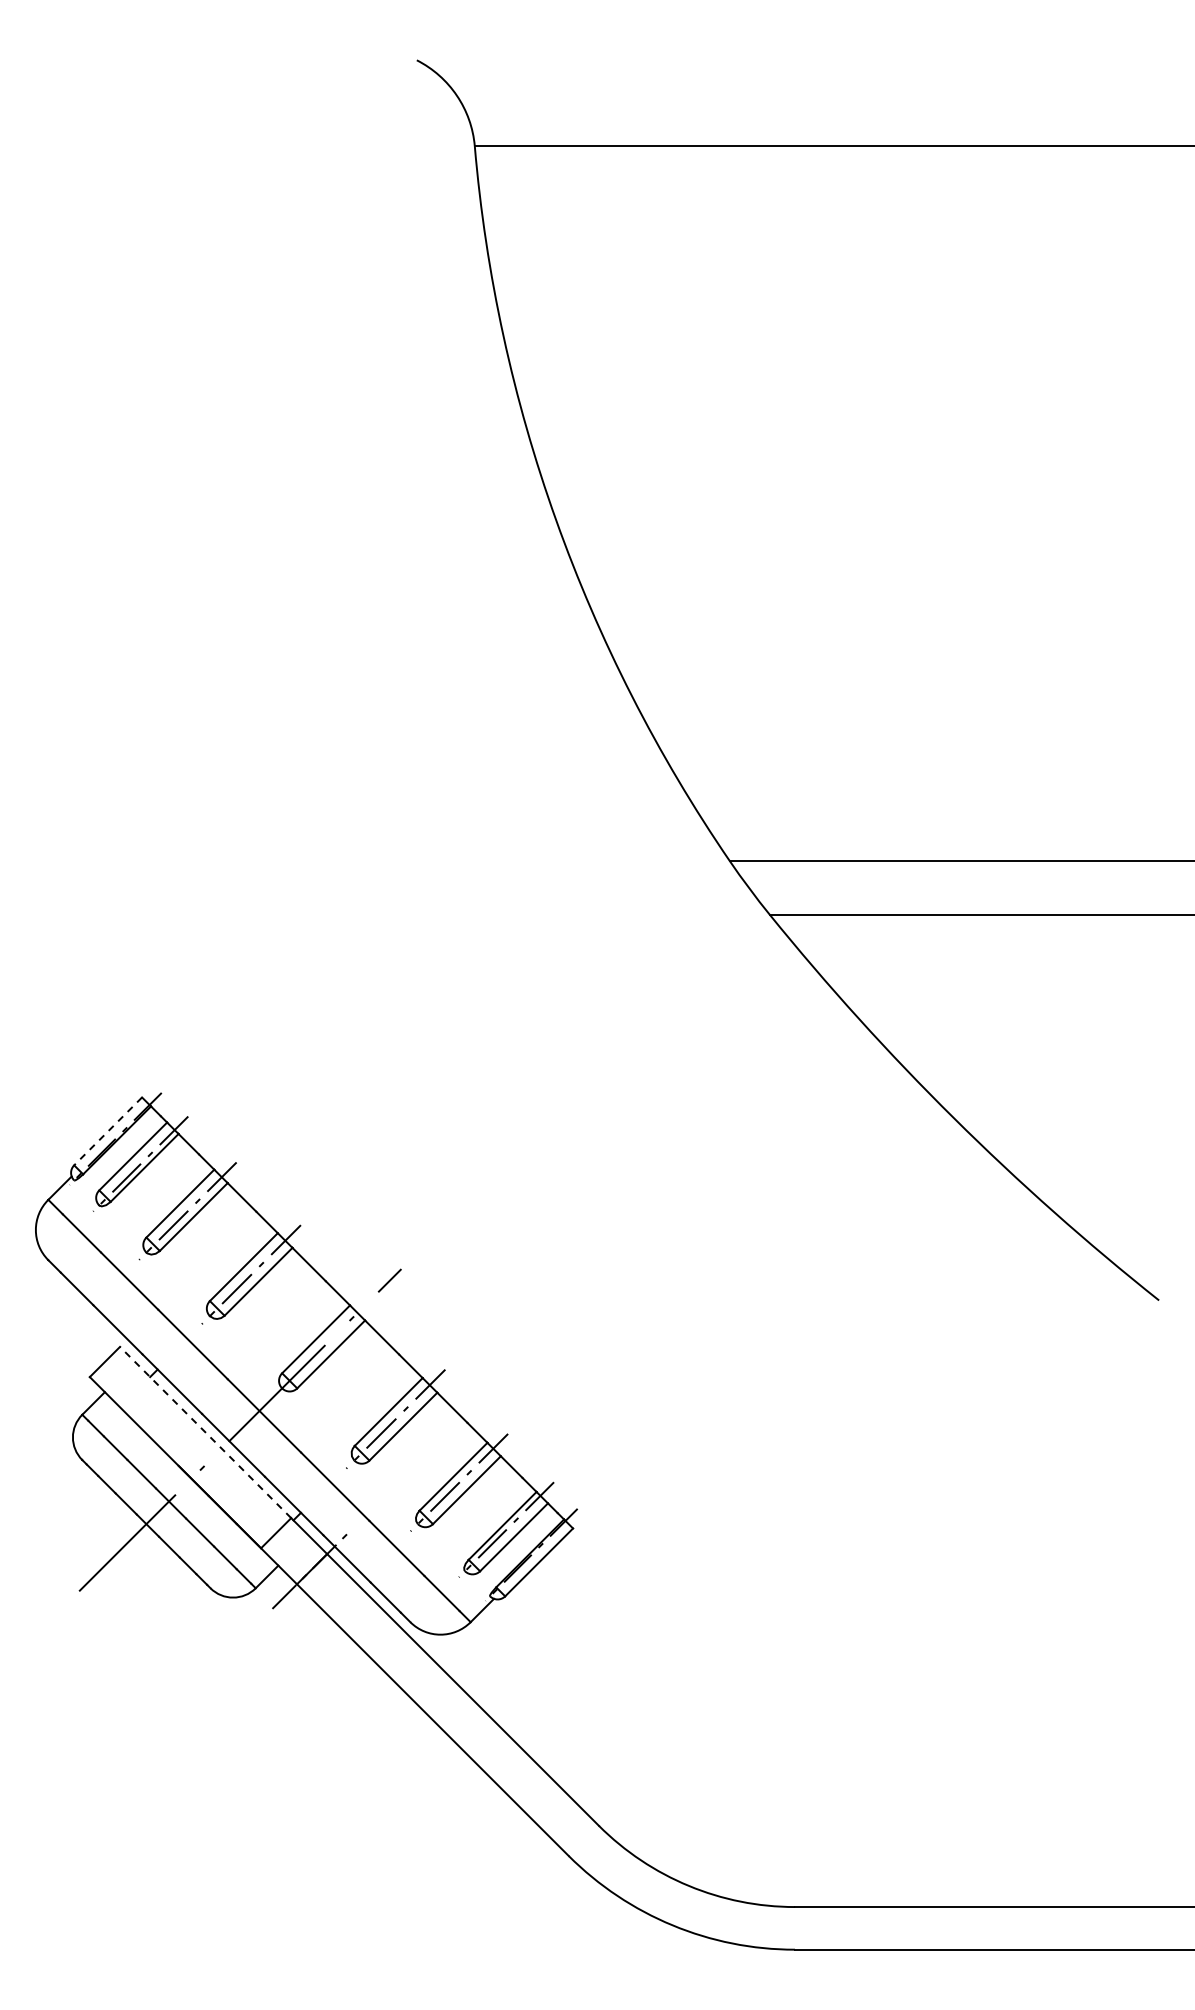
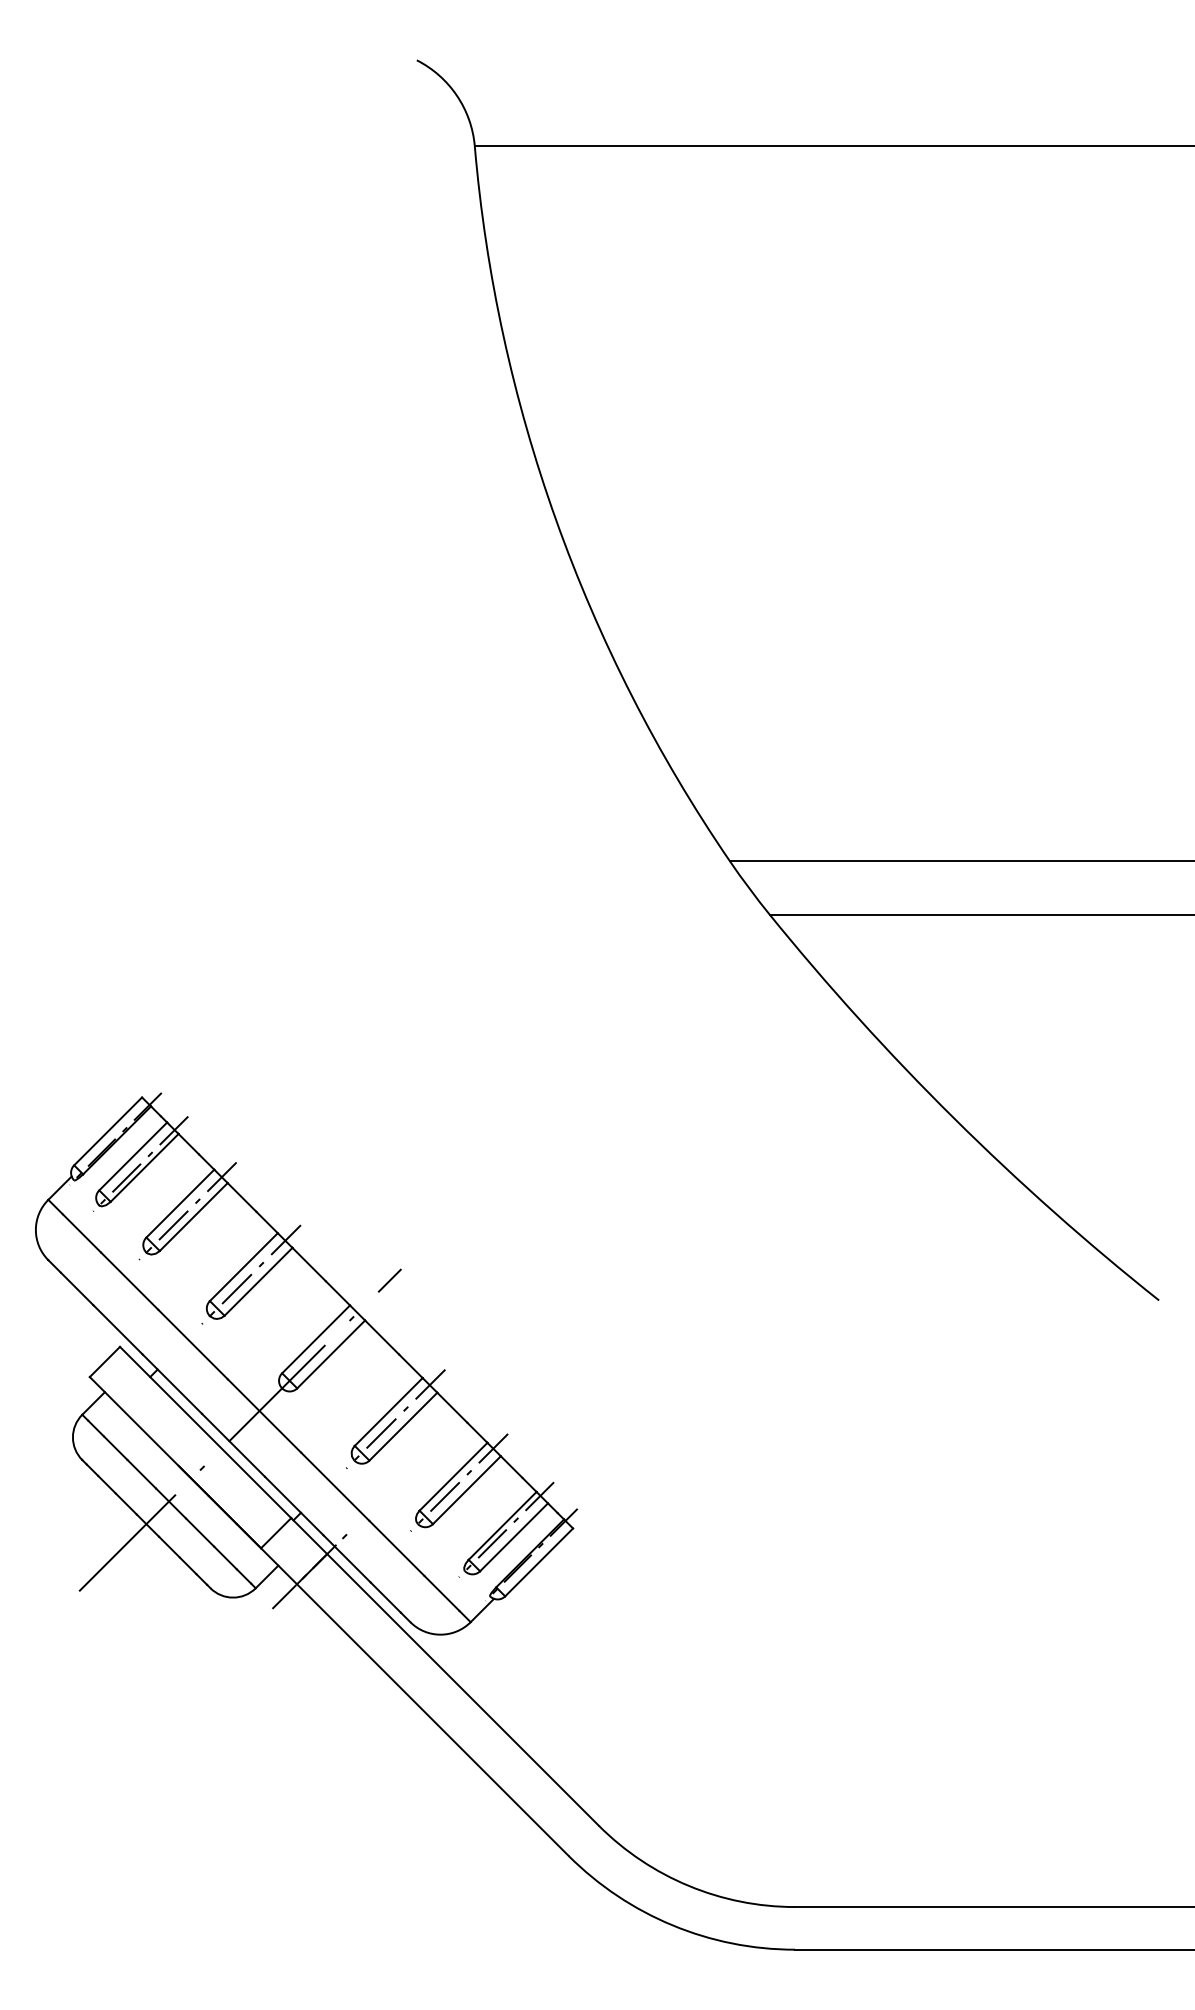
line at (108, 1131): dashed -> solid
line at (205, 1432): dashed -> solid
